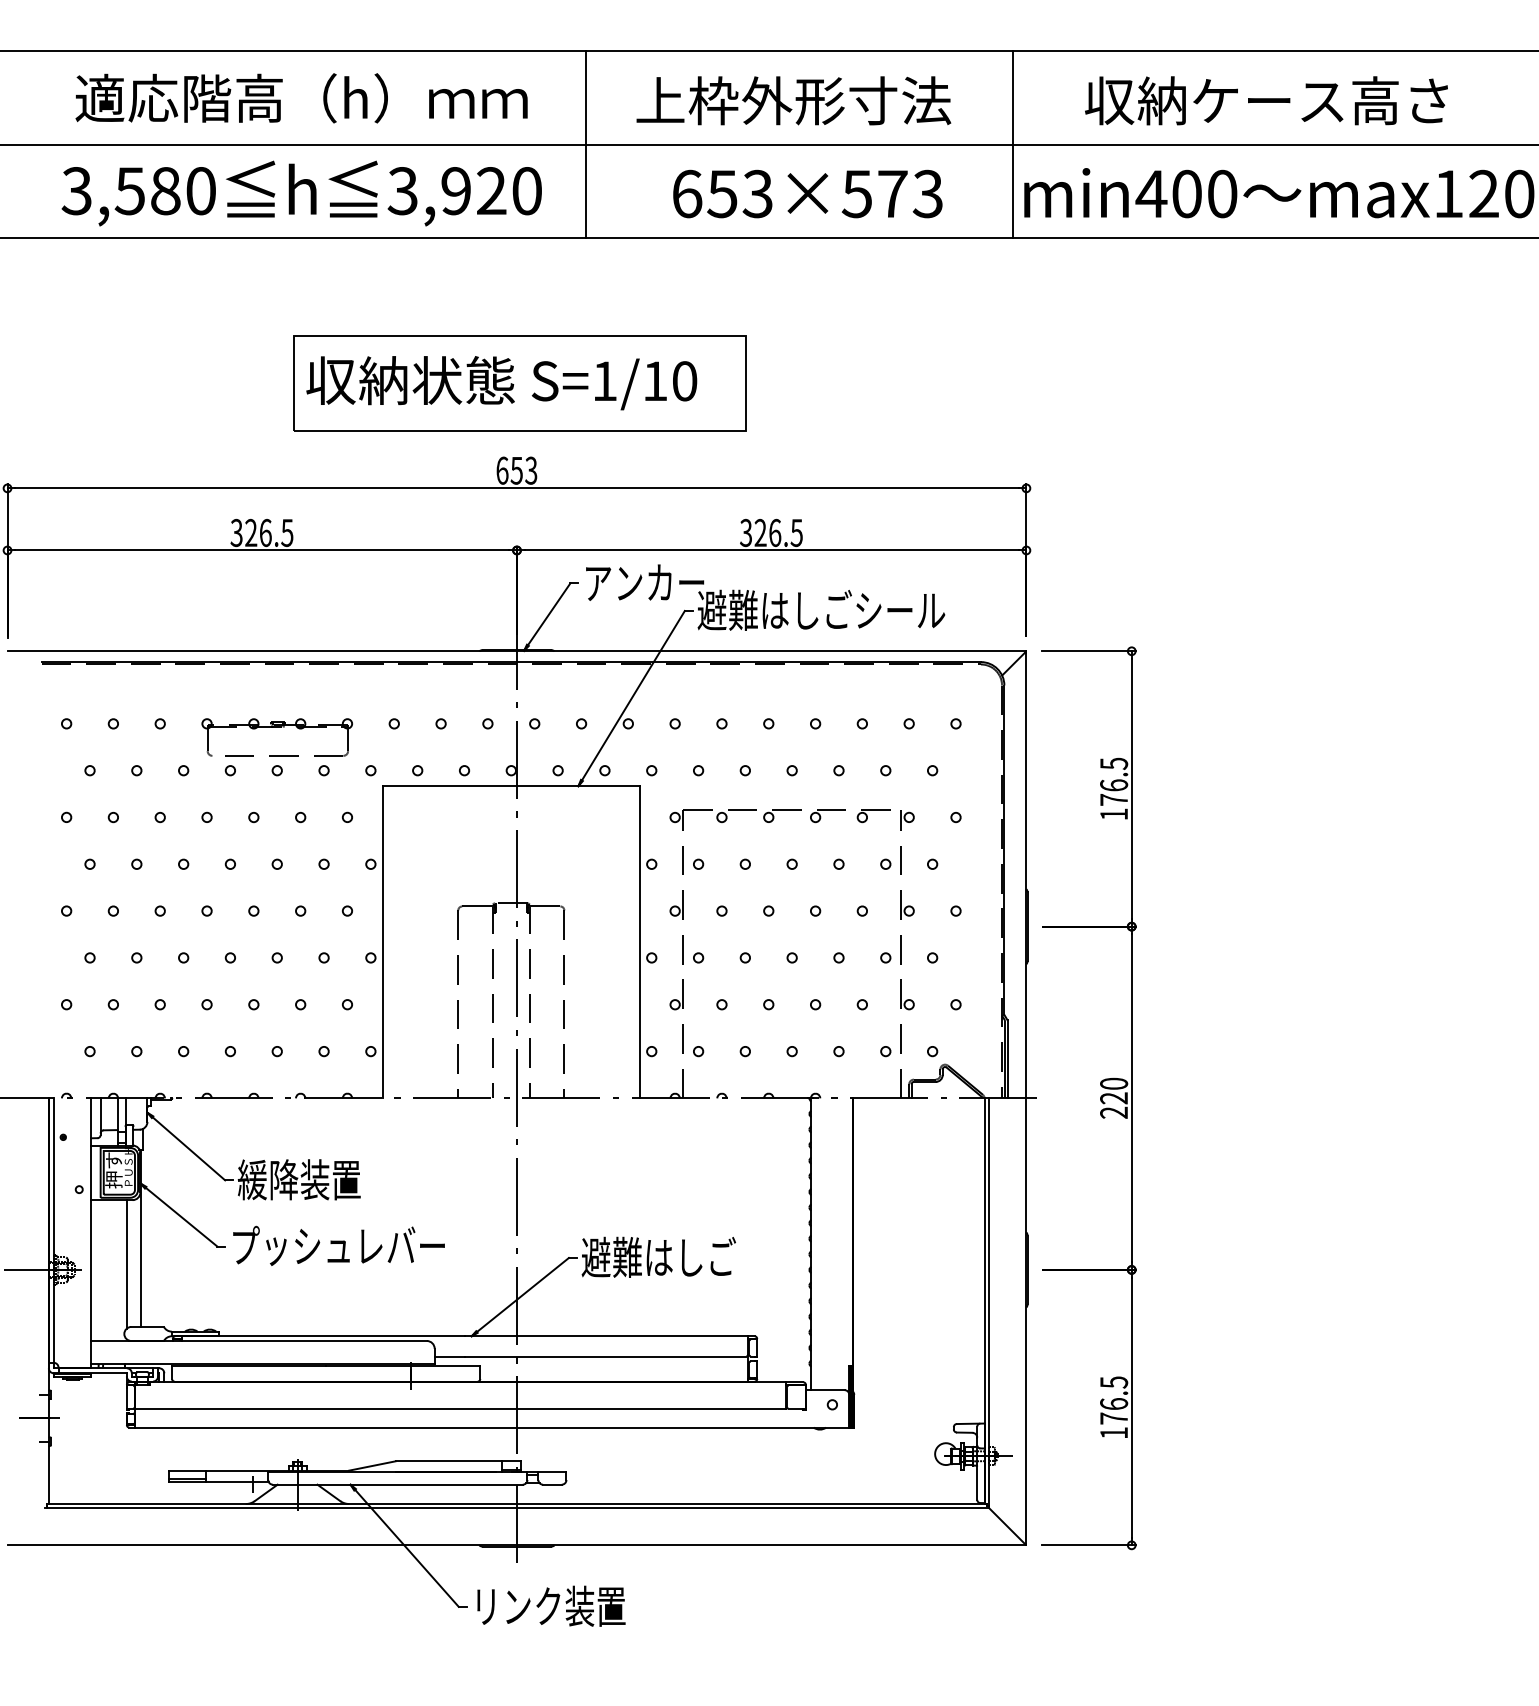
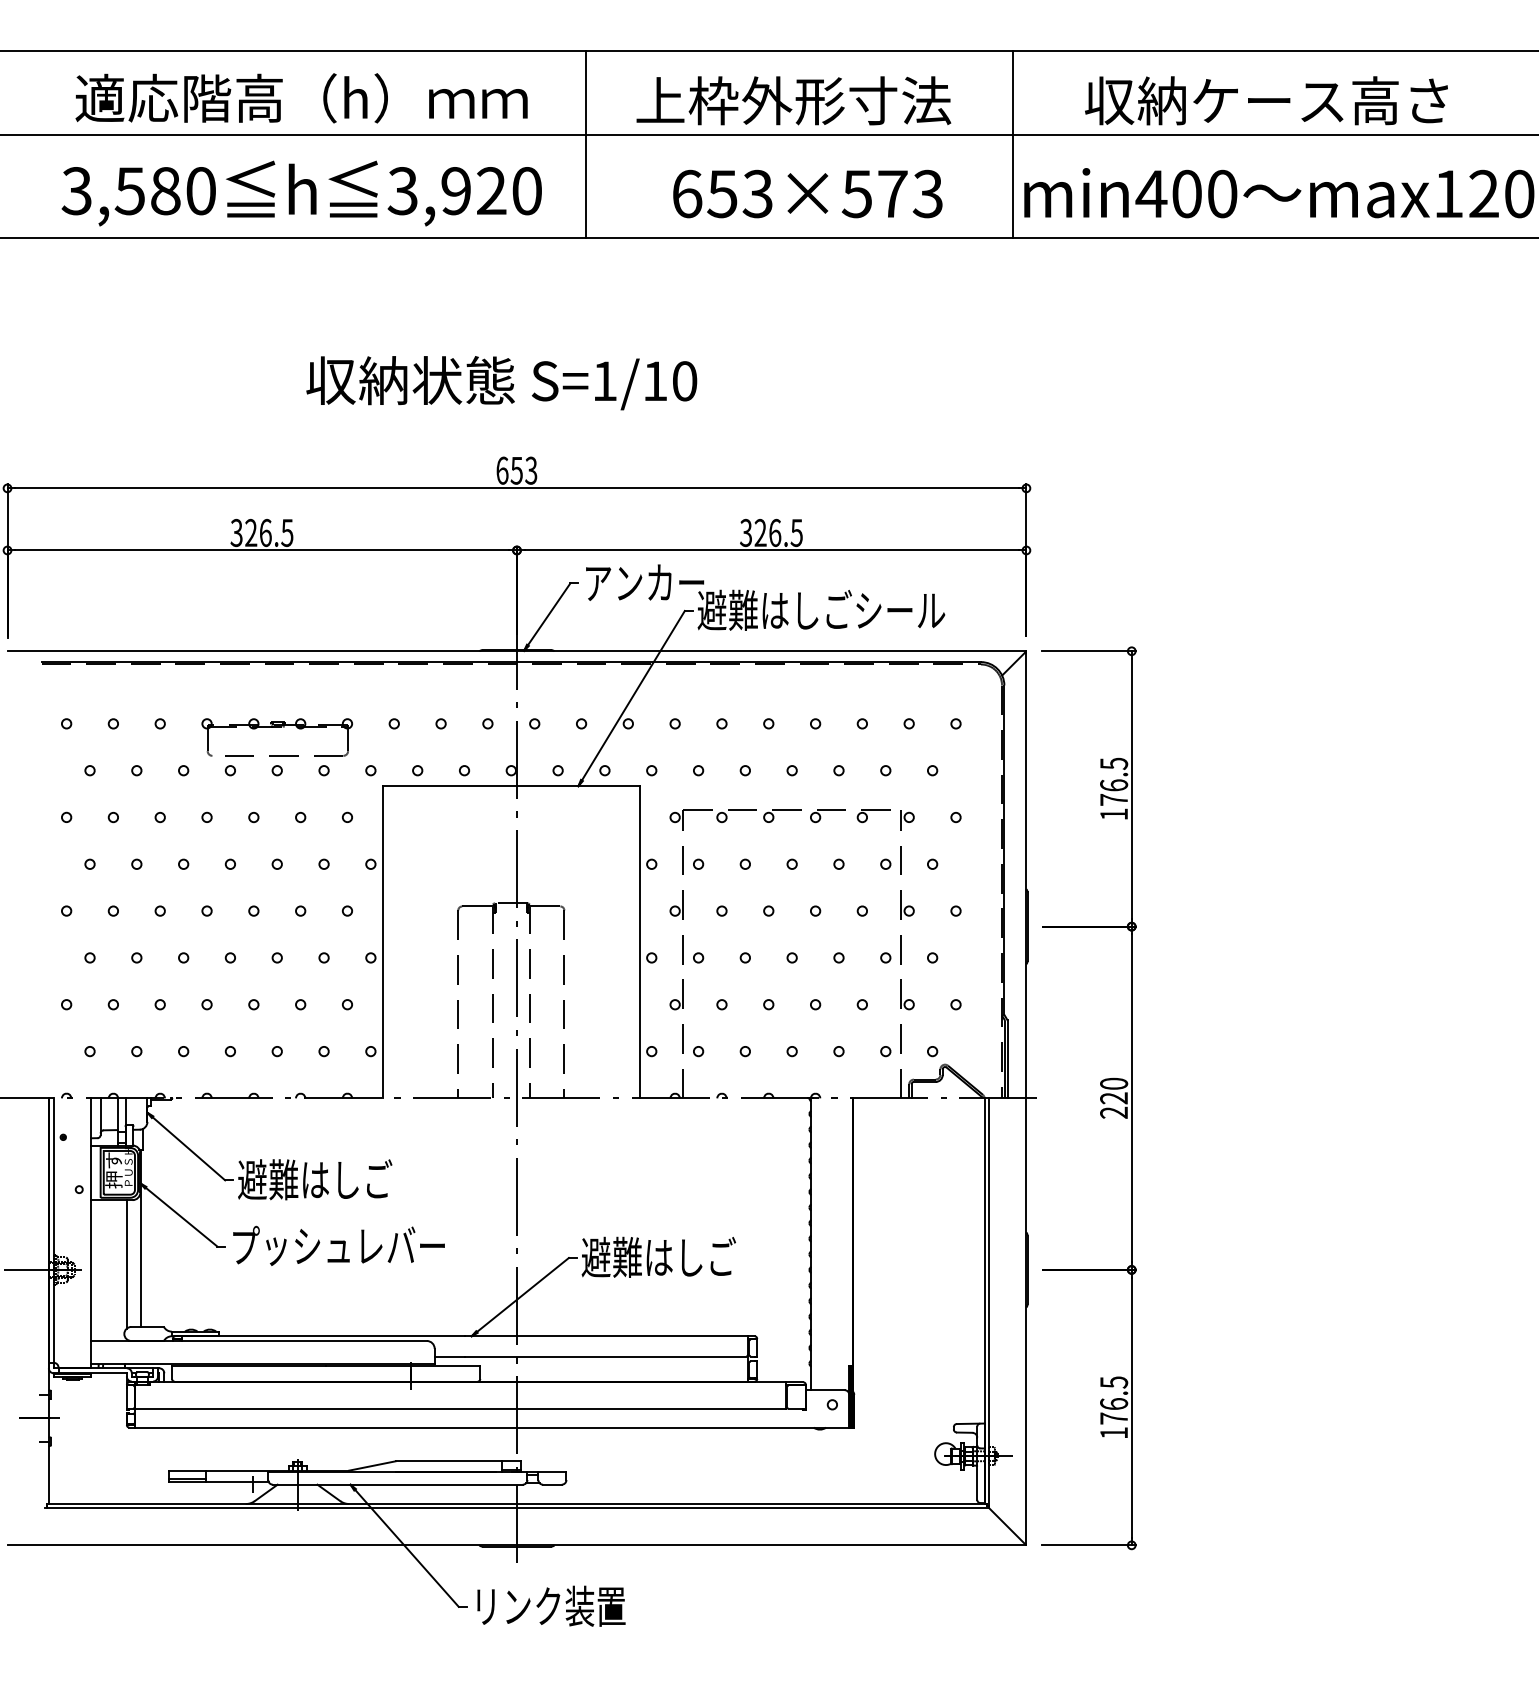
line at (768, 144) position: (768, 144) -> (768, 134)
part at (519, 383): present -> none
text at (314, 1179): 緩降装置 -> 避難はしご
